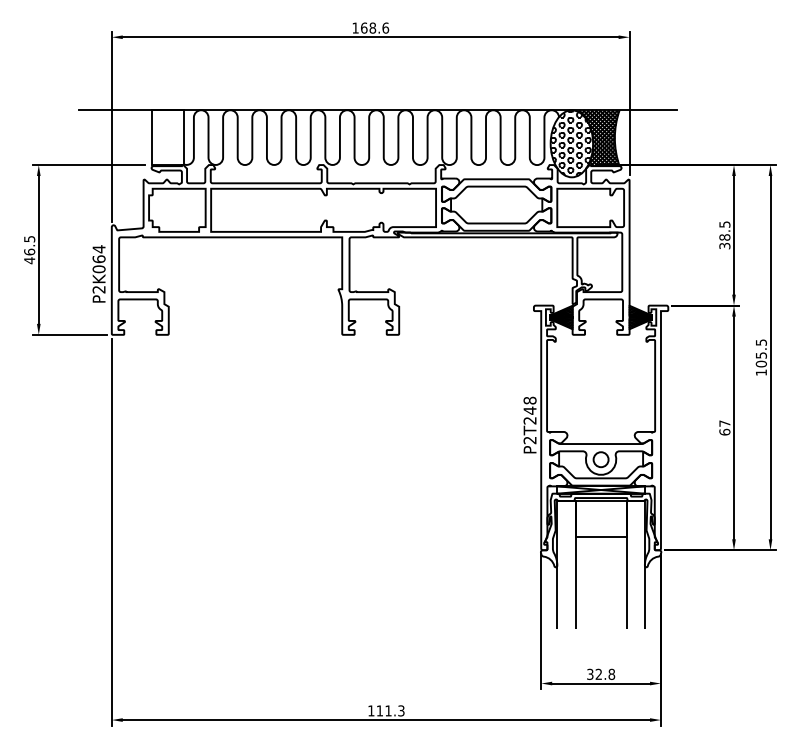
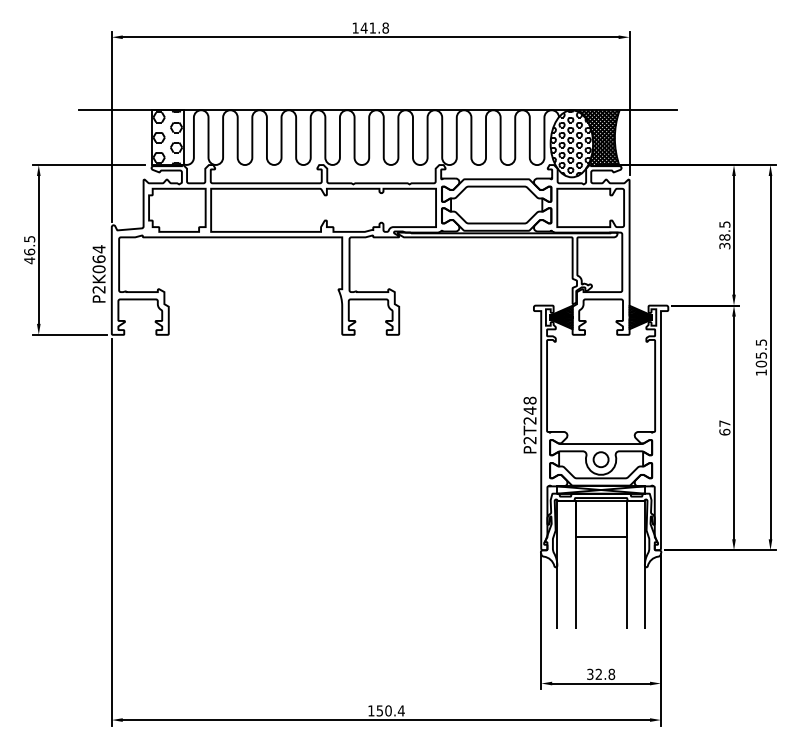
text at (374, 27): 168.6 -> 141.8
hatch at (167, 137): none -> present
text at (390, 710): 111.3 -> 150.4
